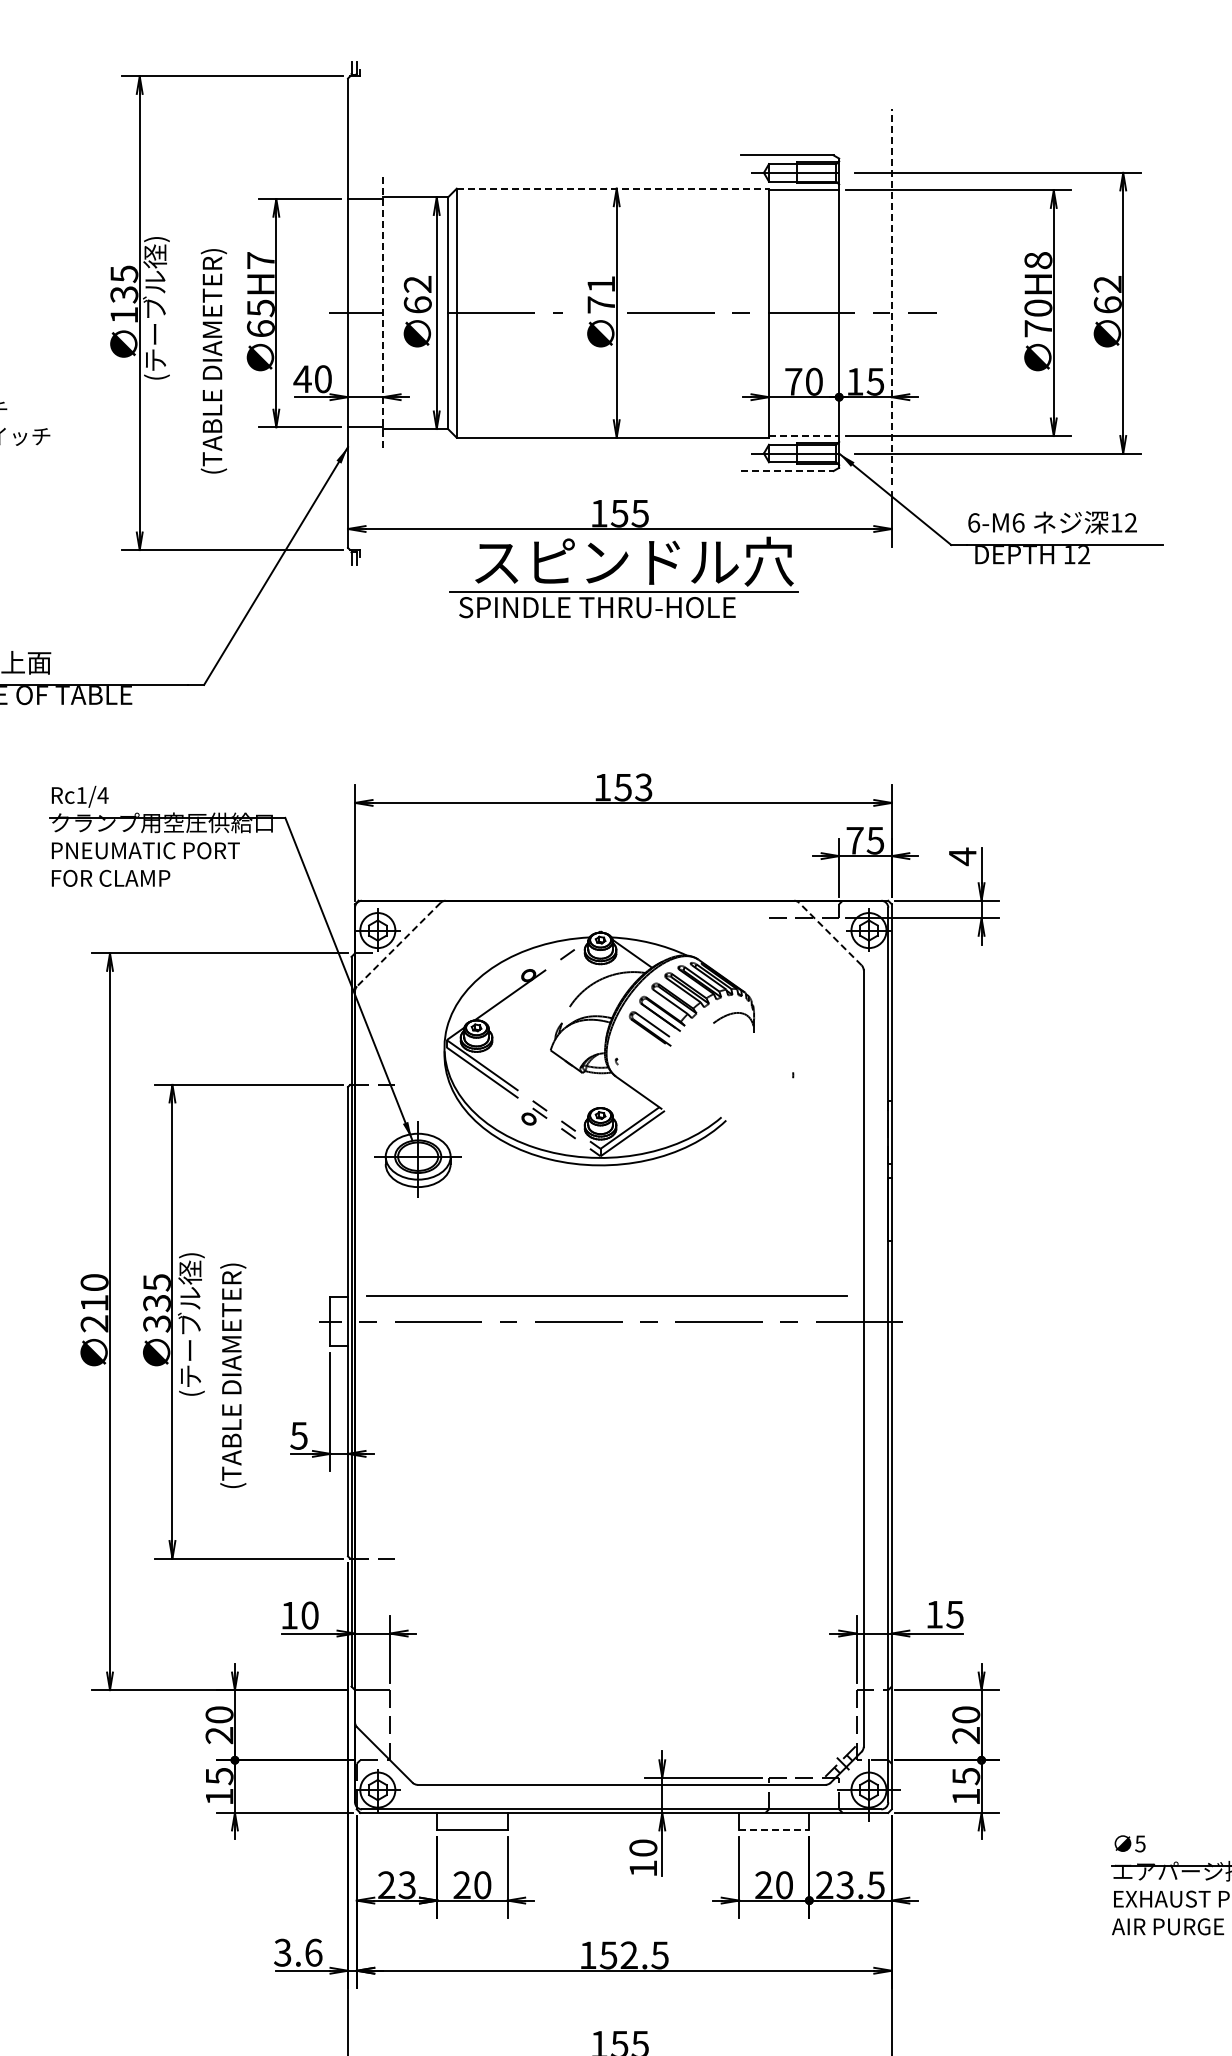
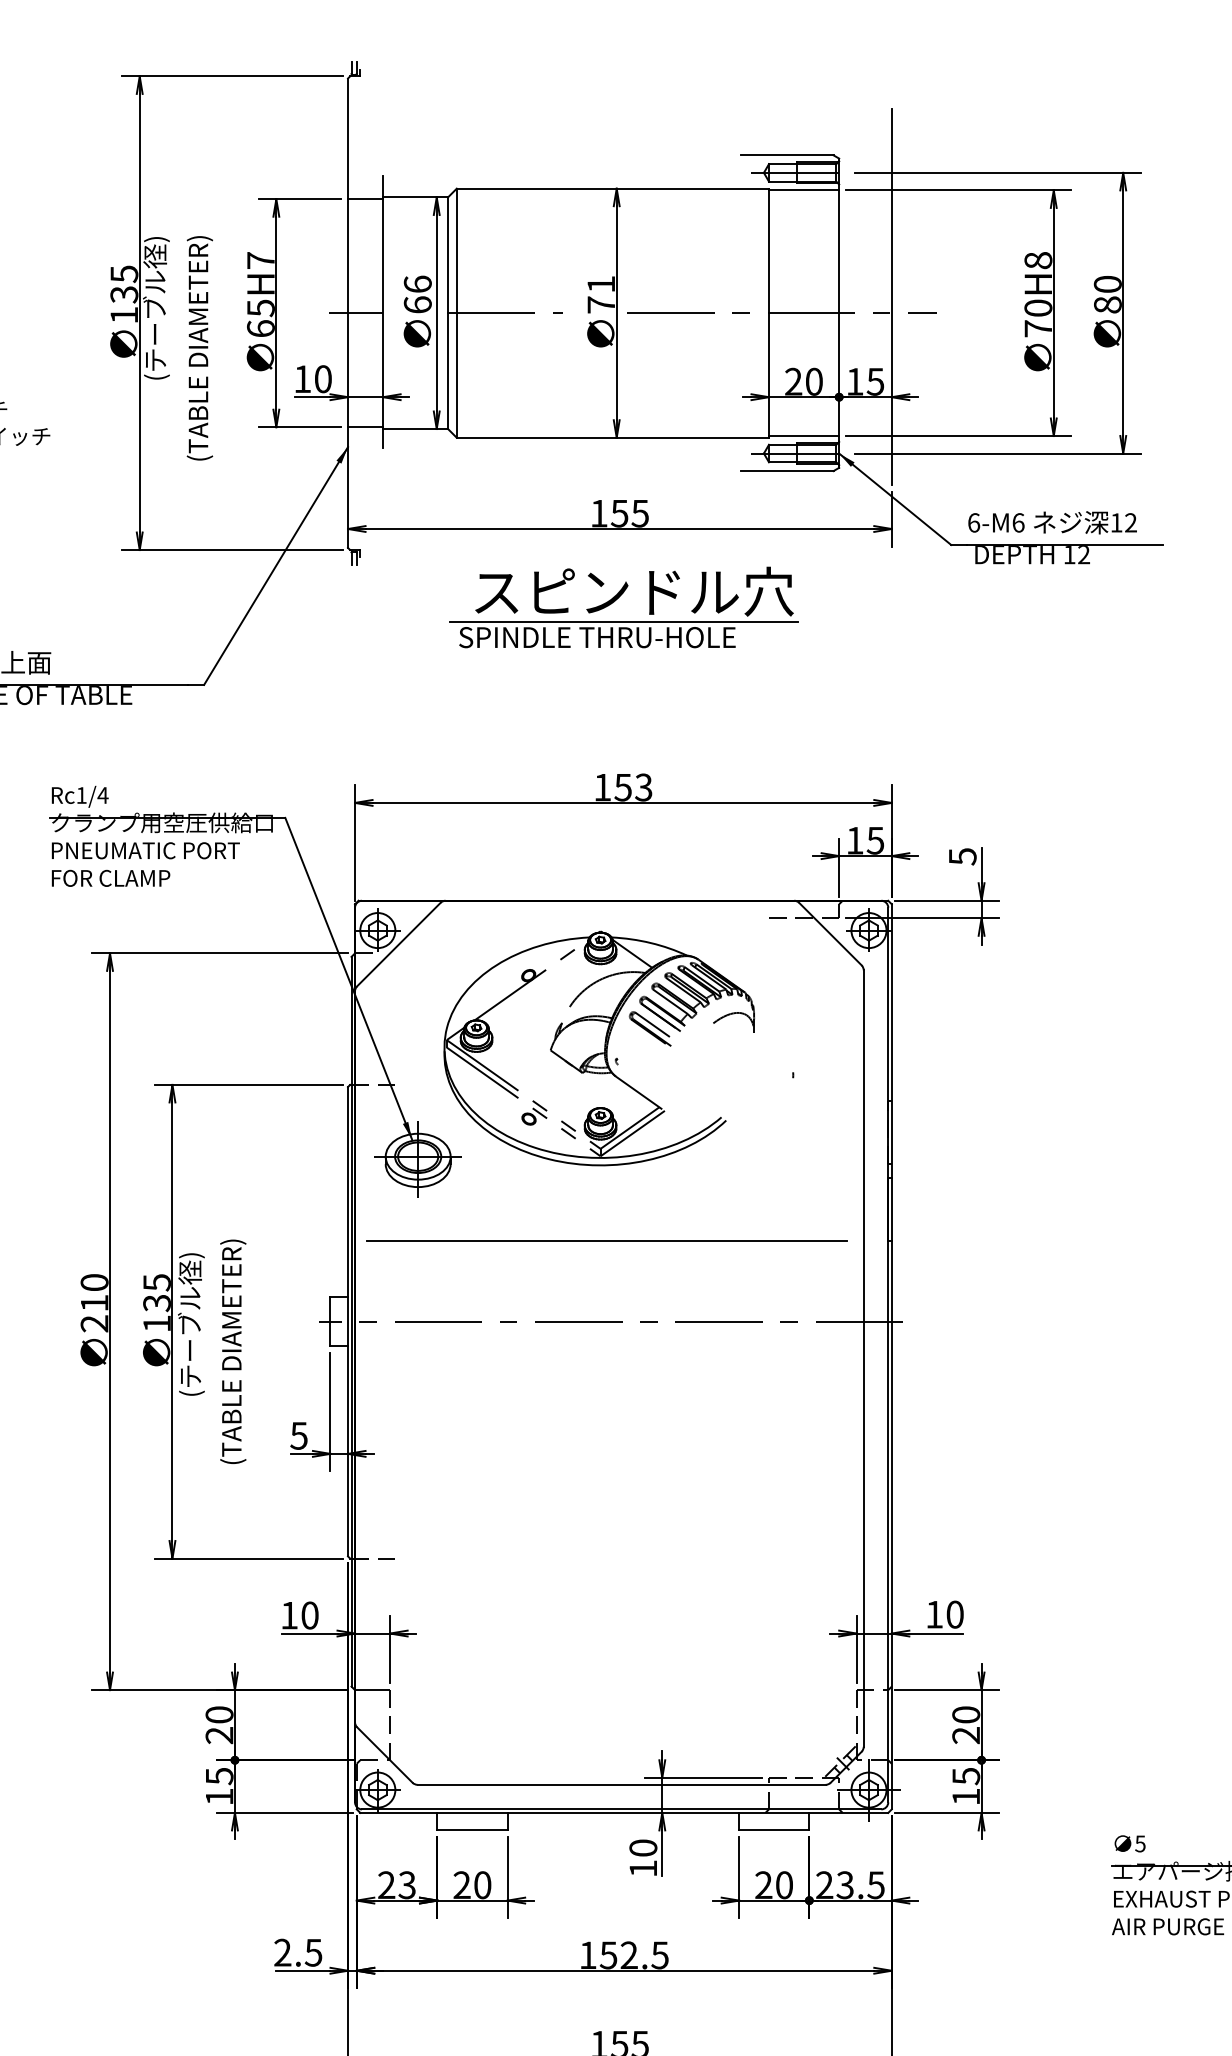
line at (613, 188): dashed -> solid
text at (417, 283): 62 -> 66
text at (1107, 294): 62 -> 80
line at (891, 296): dashed -> solid
line at (383, 311): dashed -> solid
text at (213, 361) position: (213, 361) -> (199, 348)
text at (302, 378): 40 -> 10
text at (793, 381): 70 -> 20
line at (804, 436): dashed -> solid
line at (787, 471): dashed -> solid
part at (616, 570) position: (616, 570) -> (616, 600)
text at (854, 840): 75 -> 15
text at (962, 856): 4 -> 5
line at (830, 933): dashed -> solid
line at (398, 944): dashed -> solid
line at (606, 1295) position: (606, 1295) -> (606, 1240)
text at (156, 1323): 335 -> 135
text at (233, 1375) position: (233, 1375) -> (233, 1351)
text at (954, 1614): 15 -> 10
line at (774, 1830): dashed -> solid
text at (298, 1952): 3.6 -> 2.5
